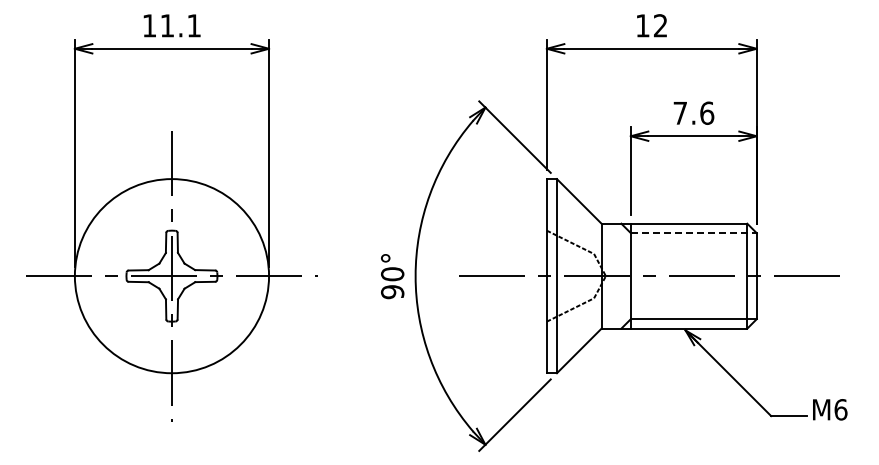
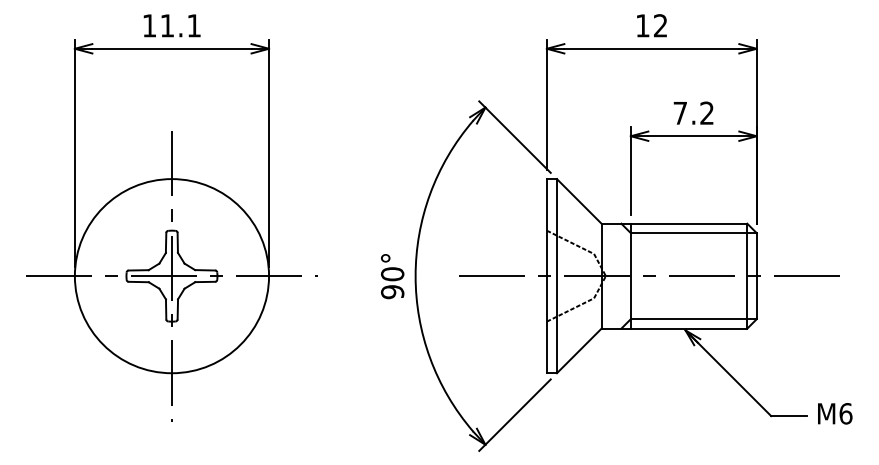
text at (707, 112): 7.6 -> 7.2
line at (693, 233): dashed -> solid
text at (830, 409) position: (830, 409) -> (835, 413)
